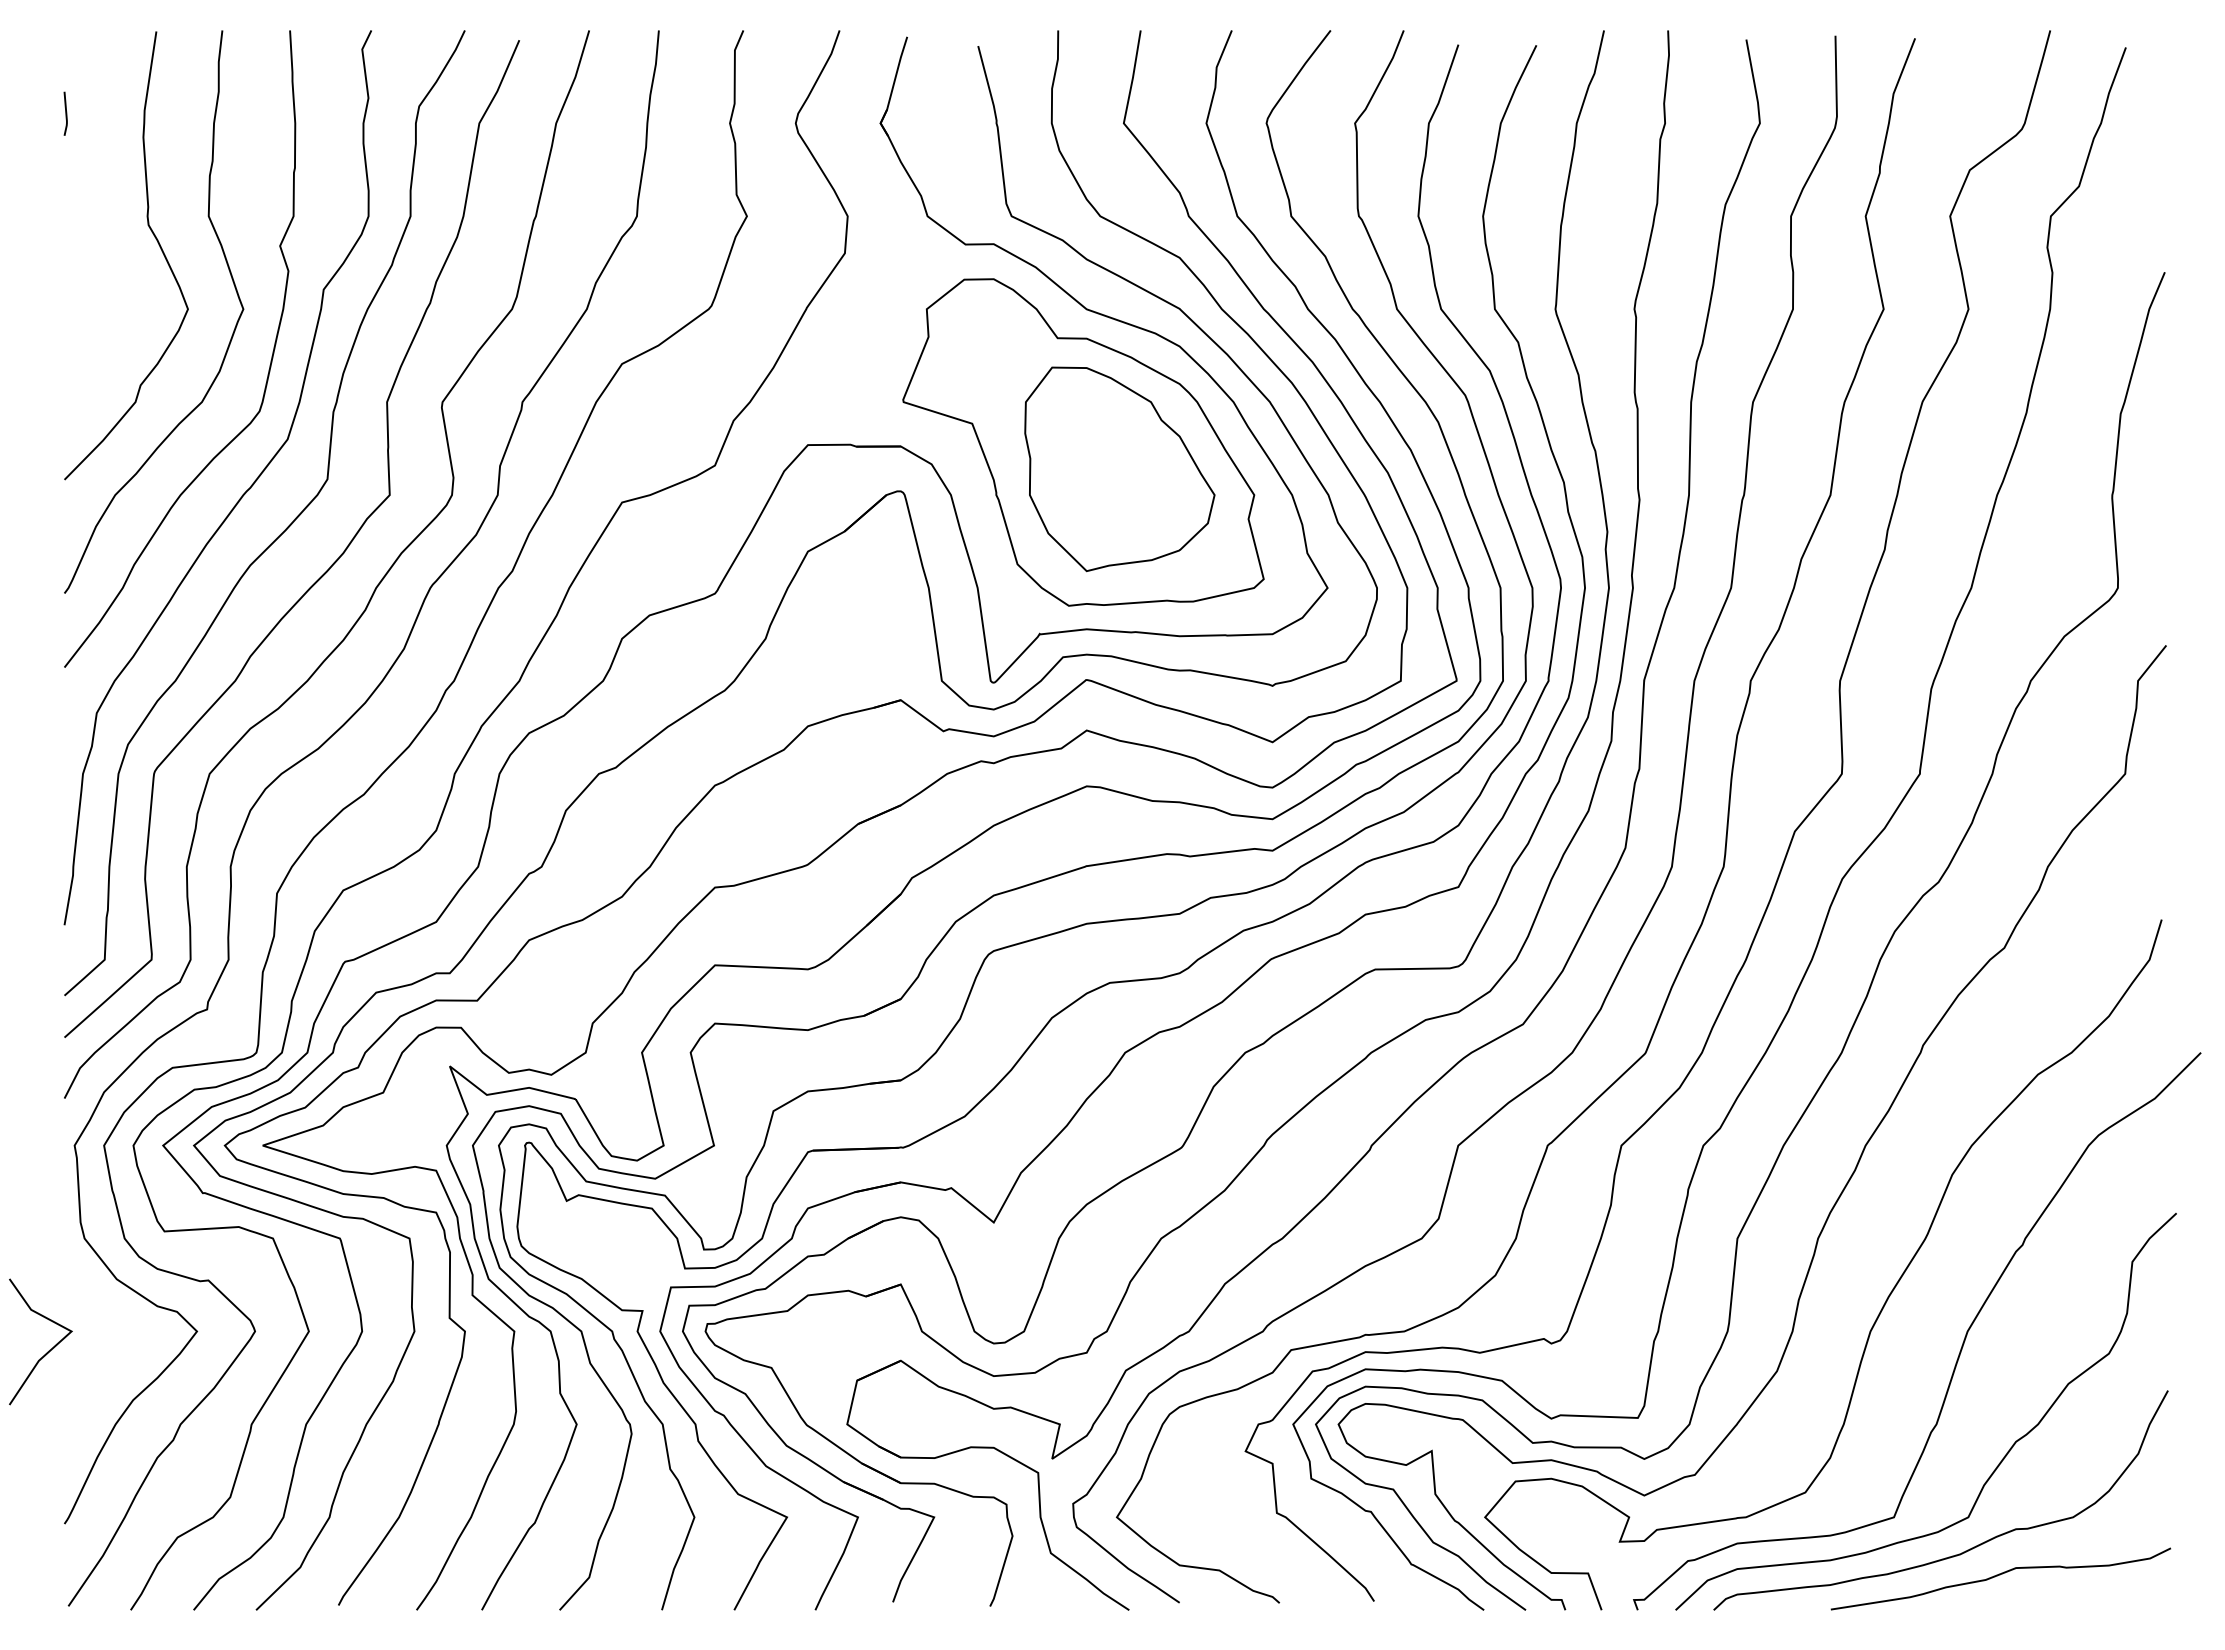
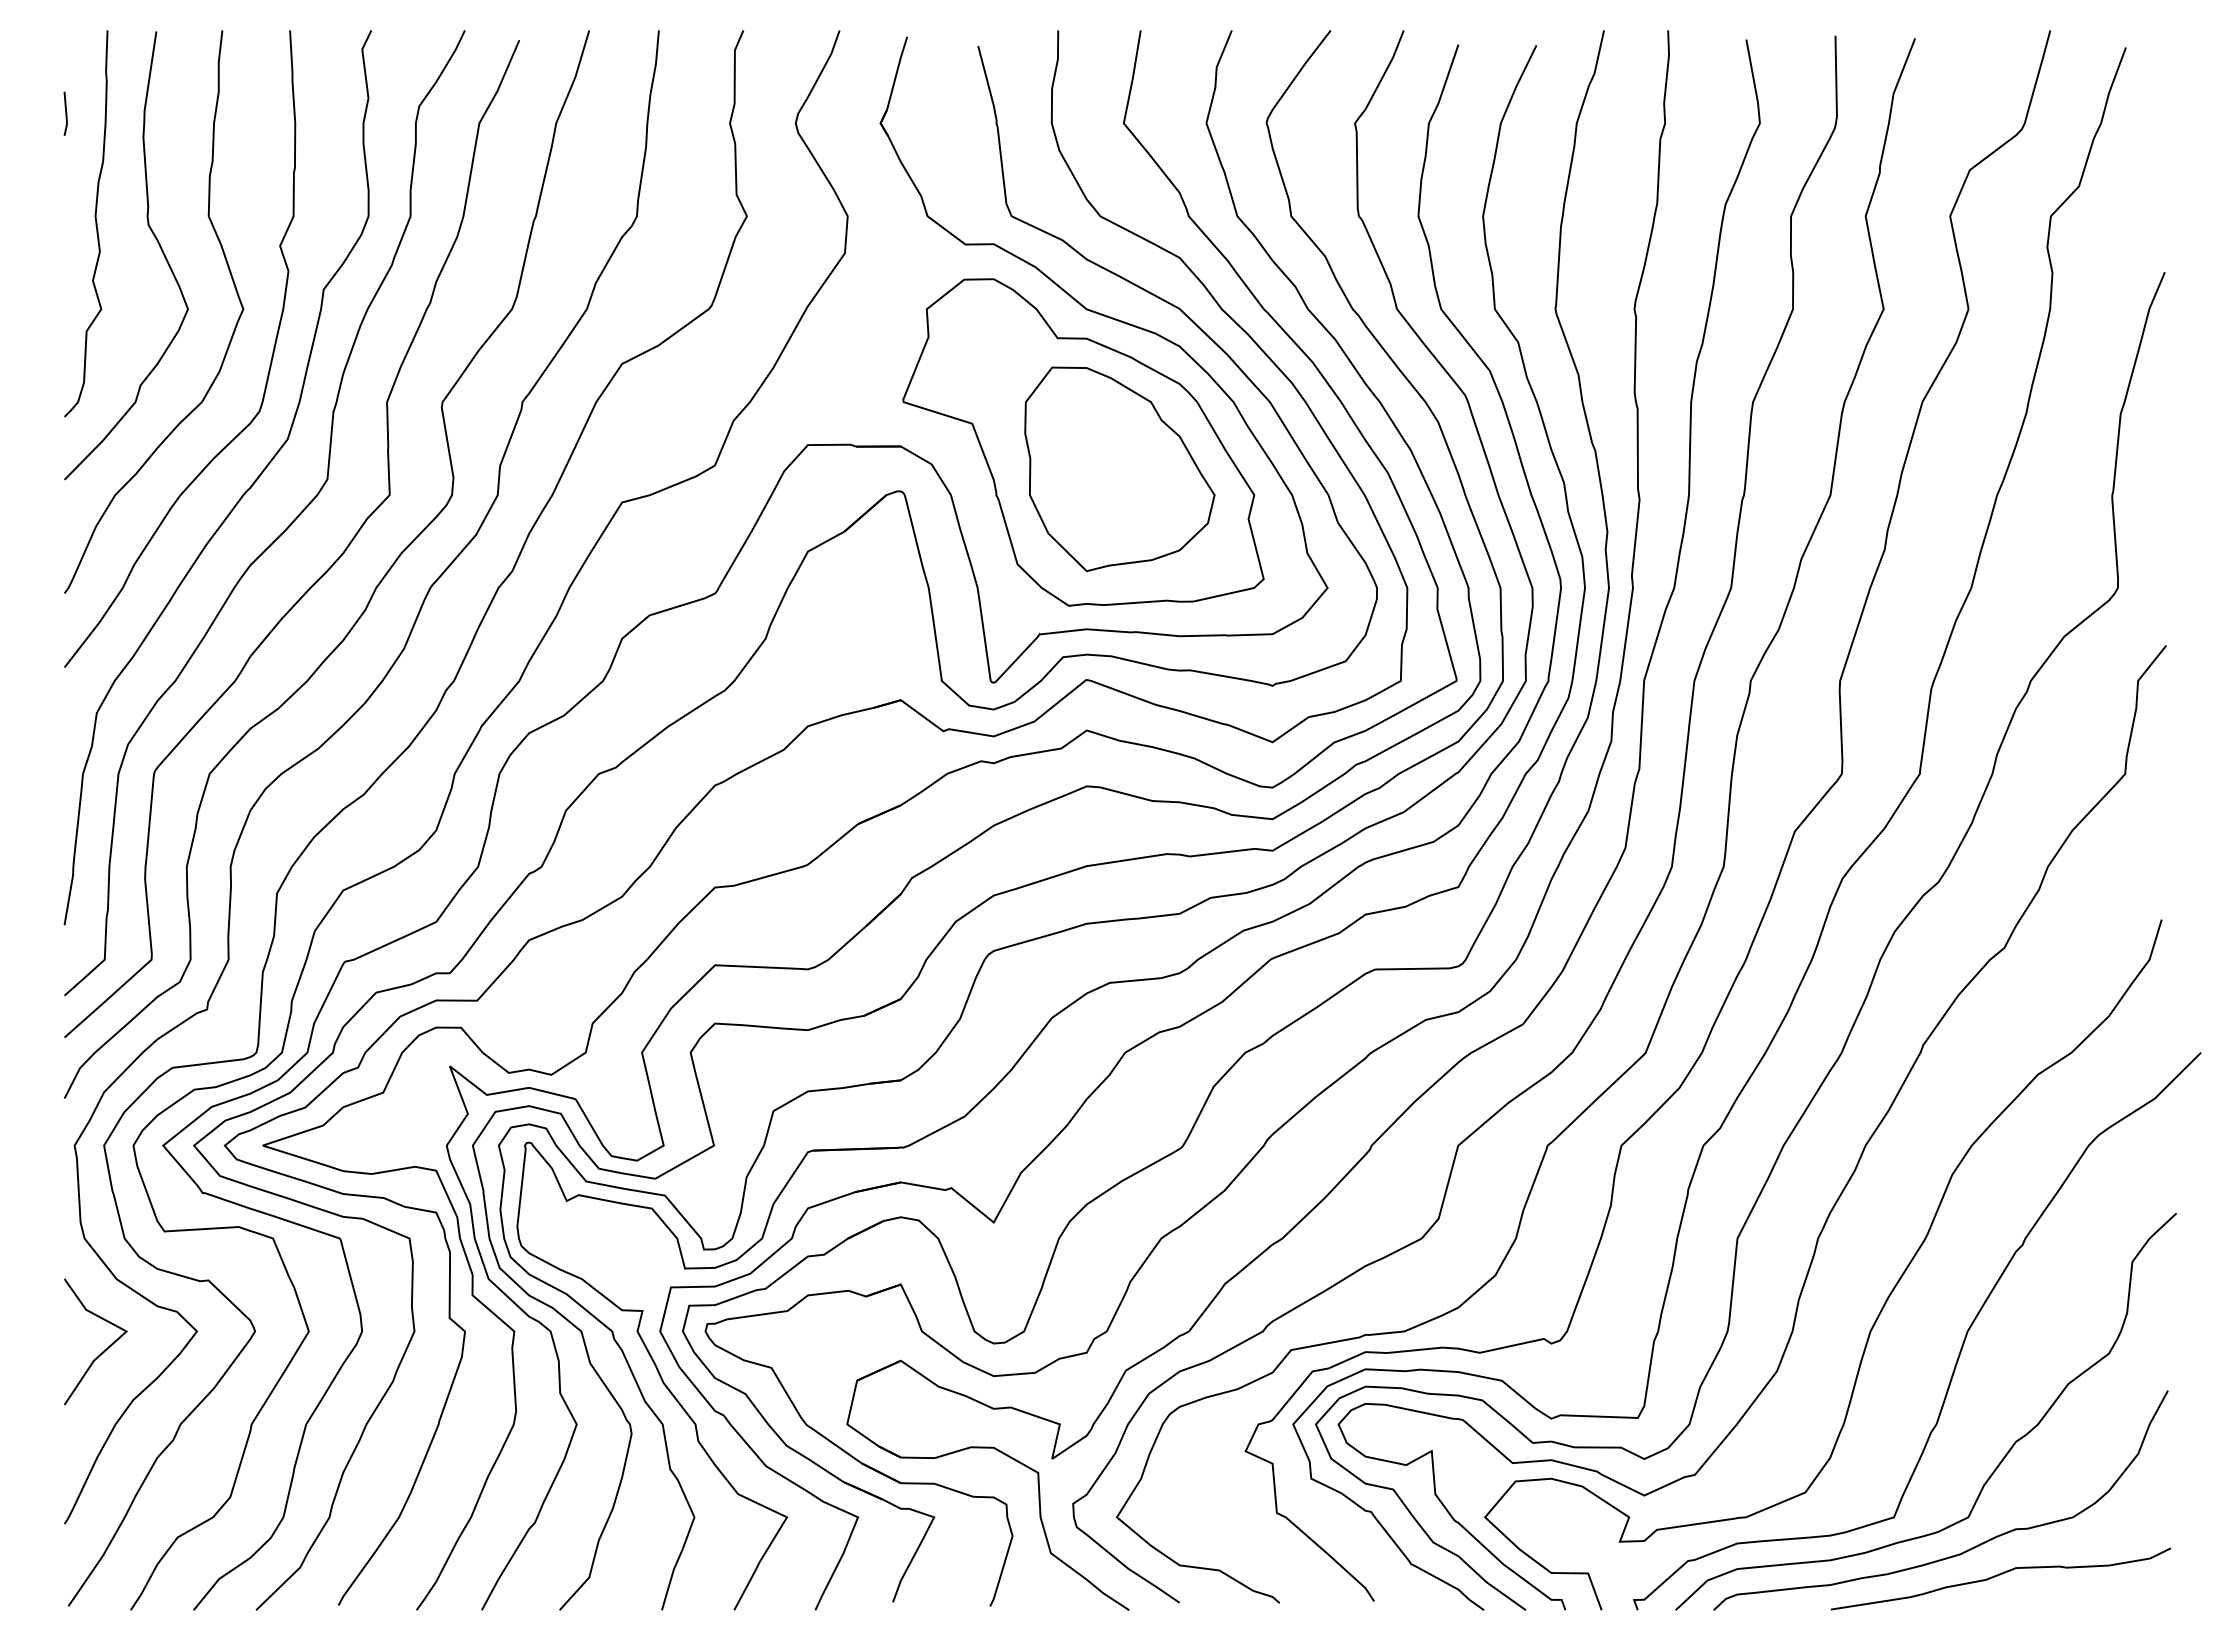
curve at (95, 223): none -> present
line at (48, 1350) position: (48, 1350) -> (103, 1350)
